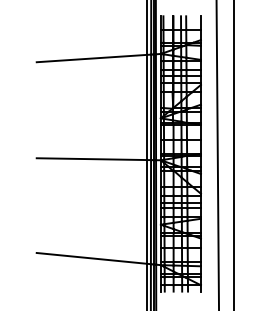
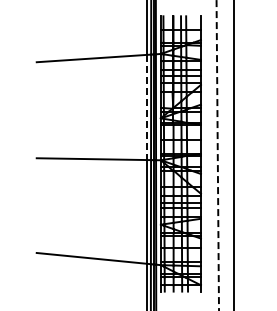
line at (146, 107): solid -> dashed
line at (217, 155): solid -> dashed
